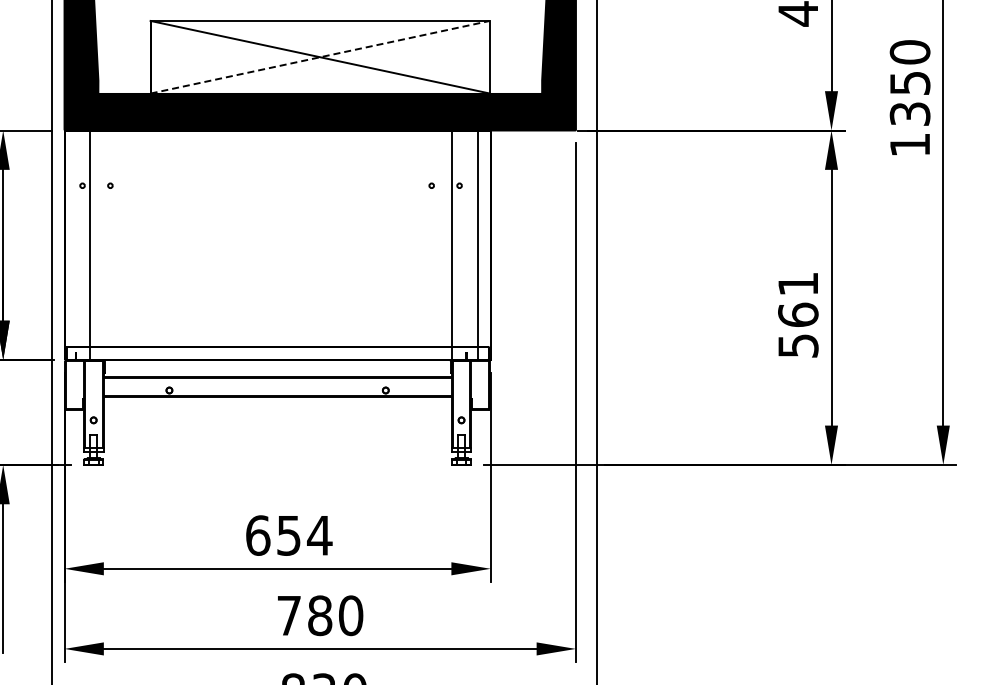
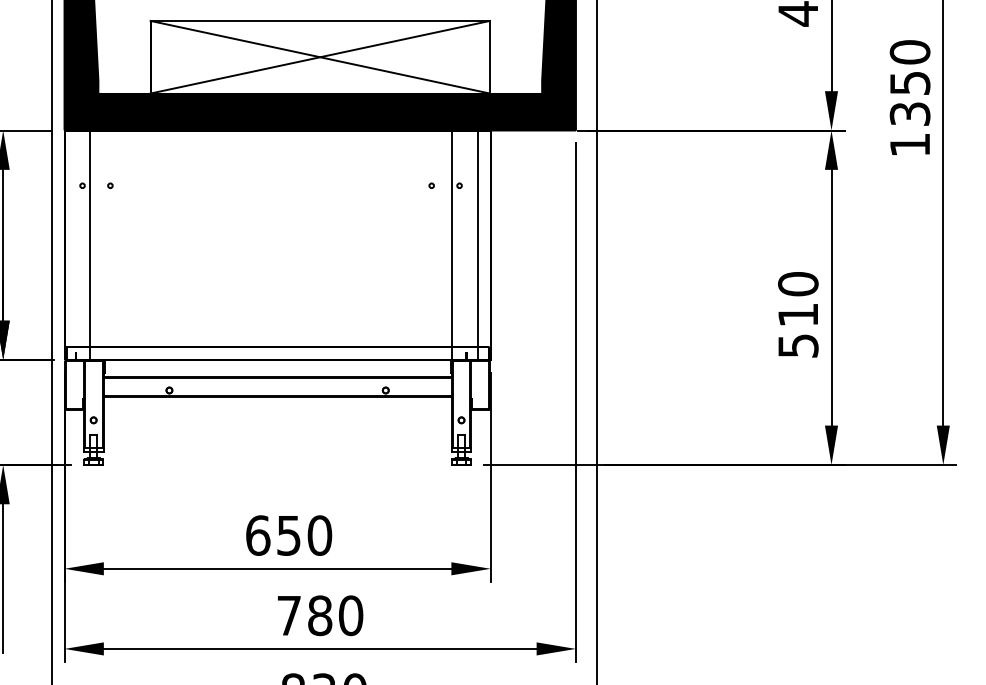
line at (320, 57): dashed -> solid
text at (798, 299): 561 -> 510
text at (319, 535): 654 -> 650
